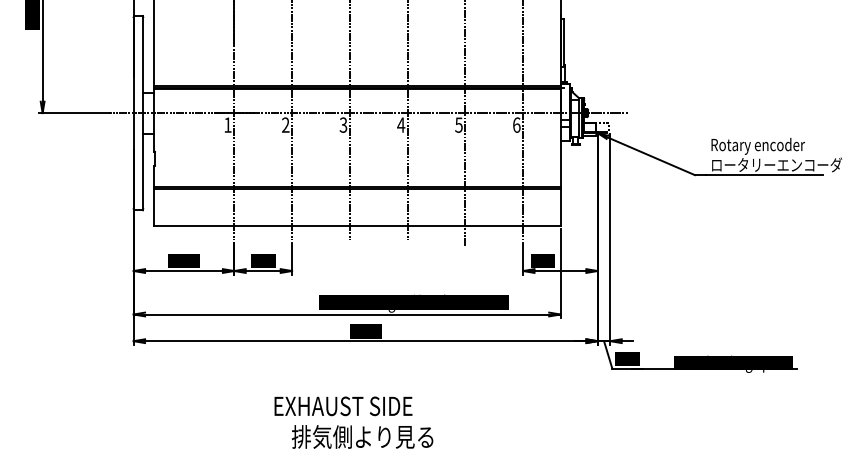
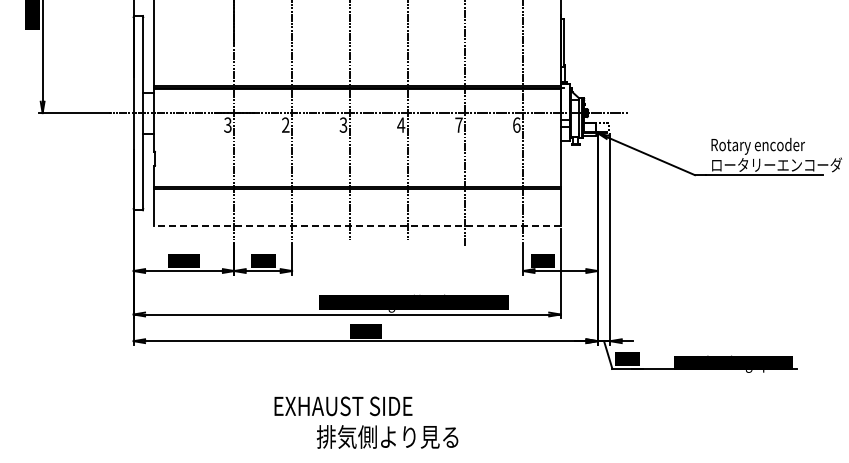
text at (227, 124): 1 -> 3
text at (458, 124): 5 -> 7
line at (357, 226): solid -> dashed
text at (362, 436) position: (362, 436) -> (387, 436)
